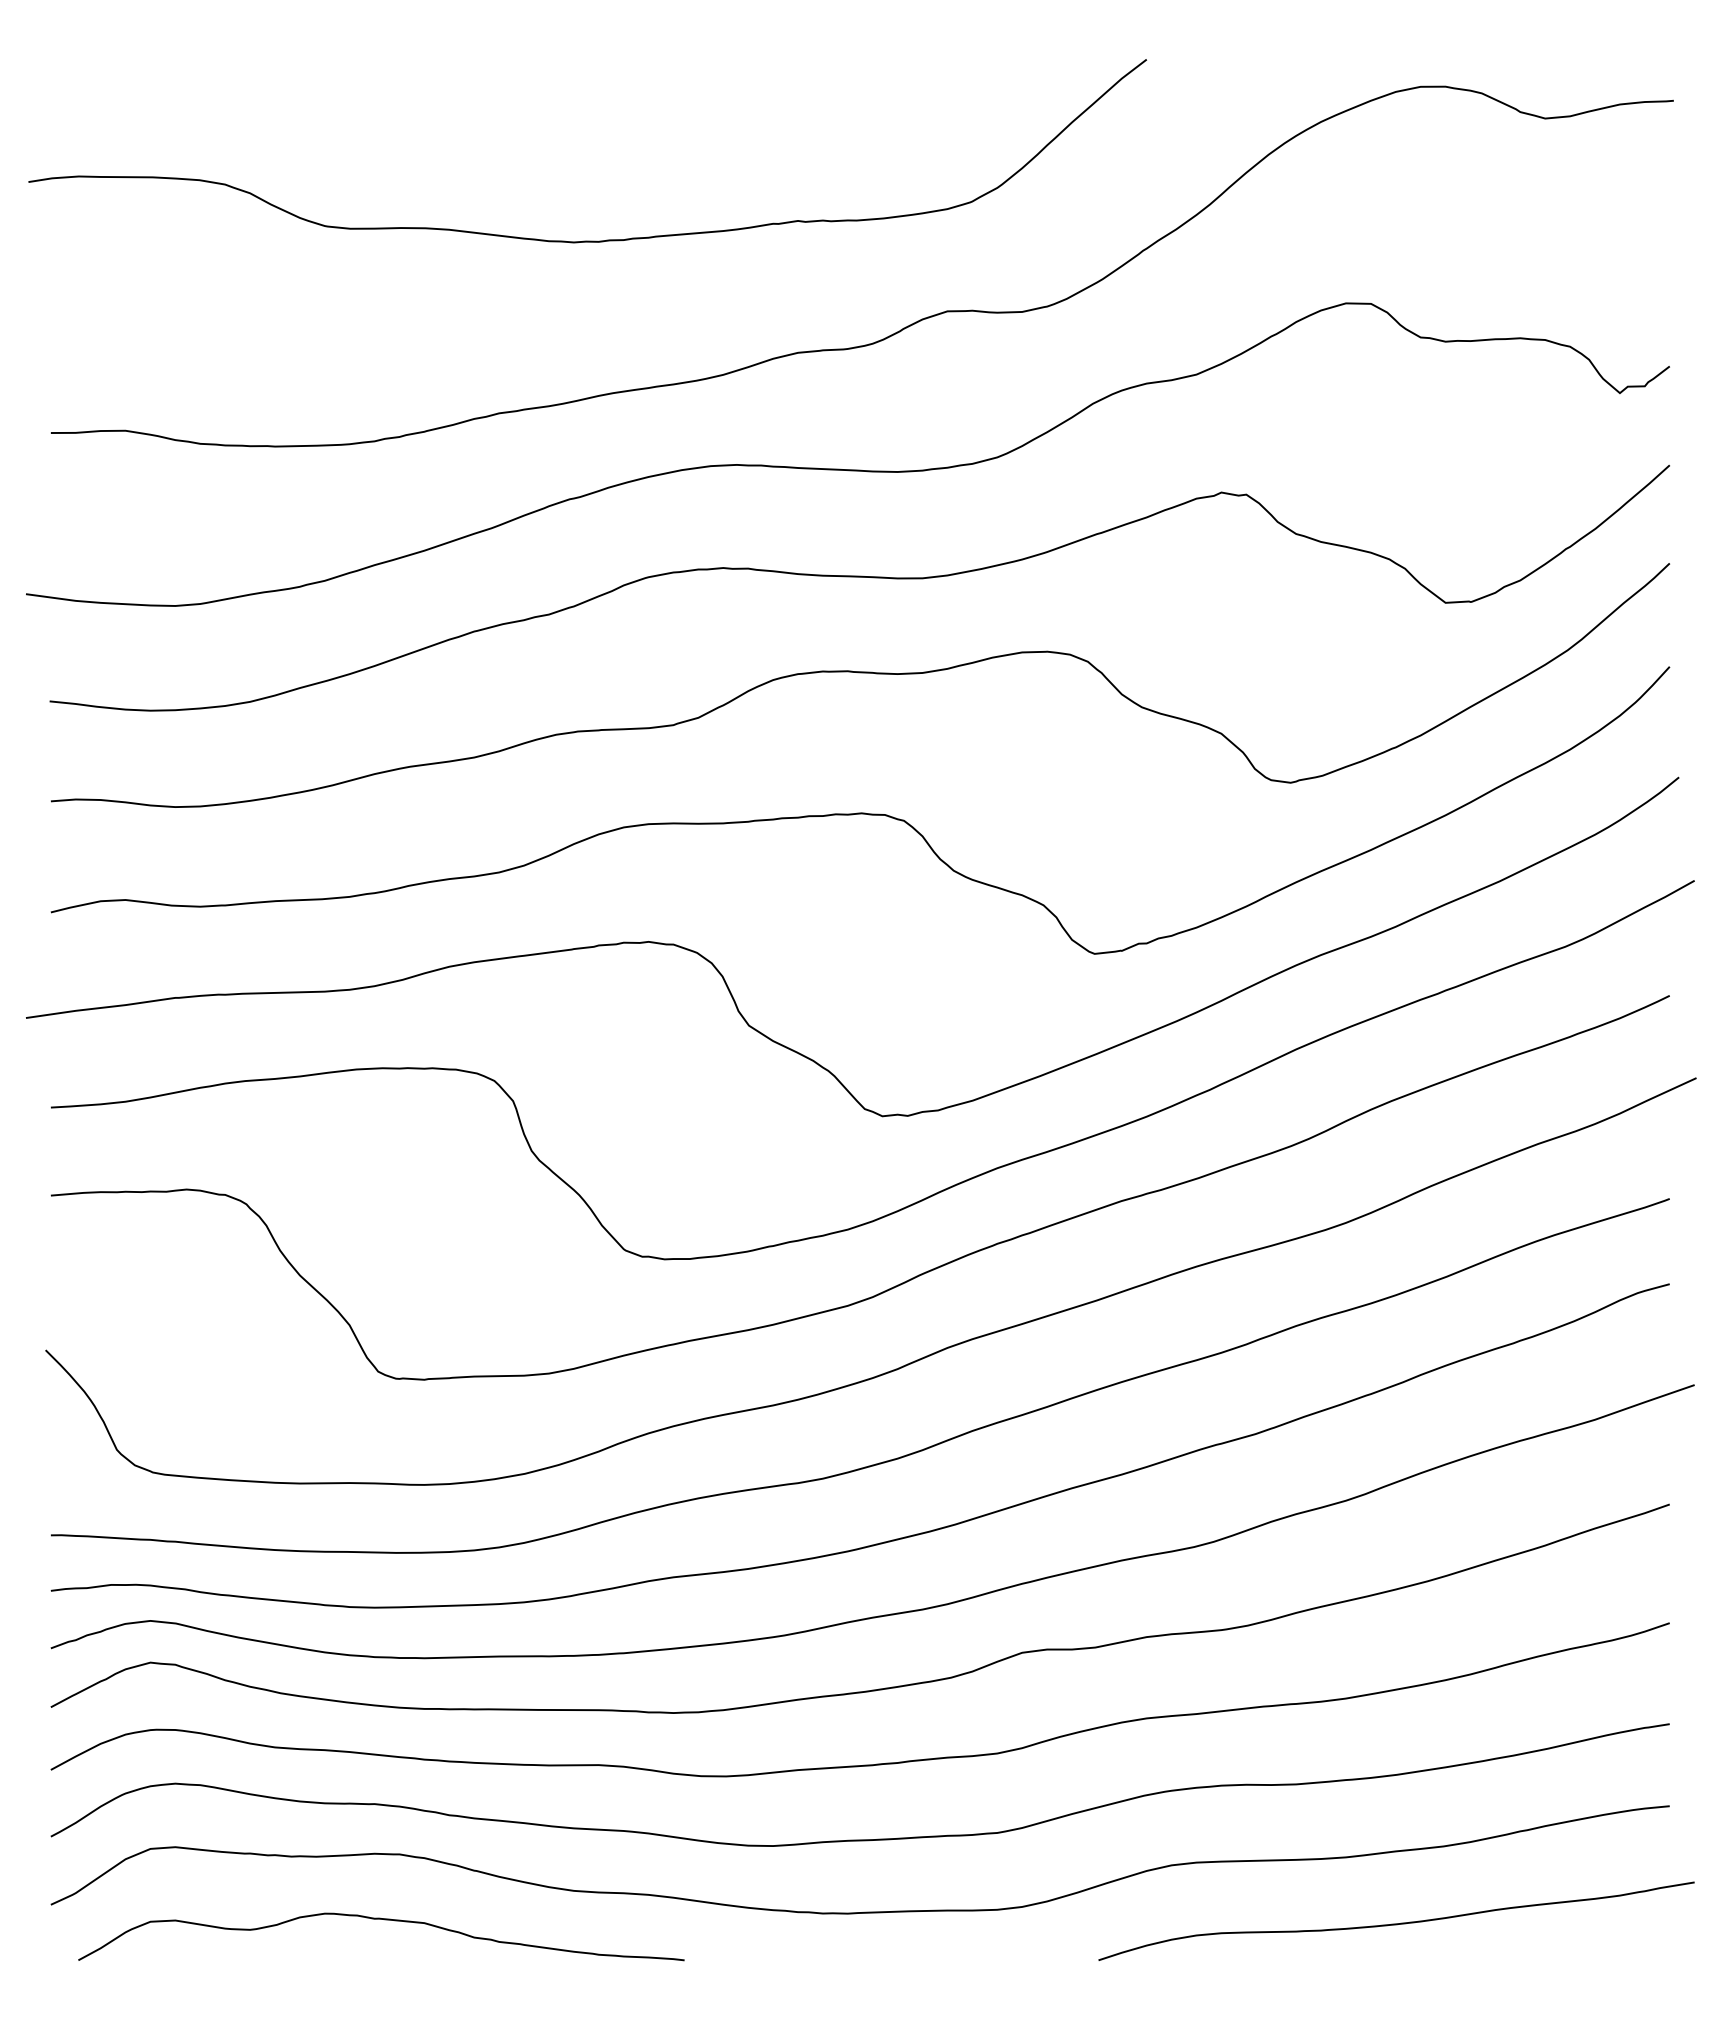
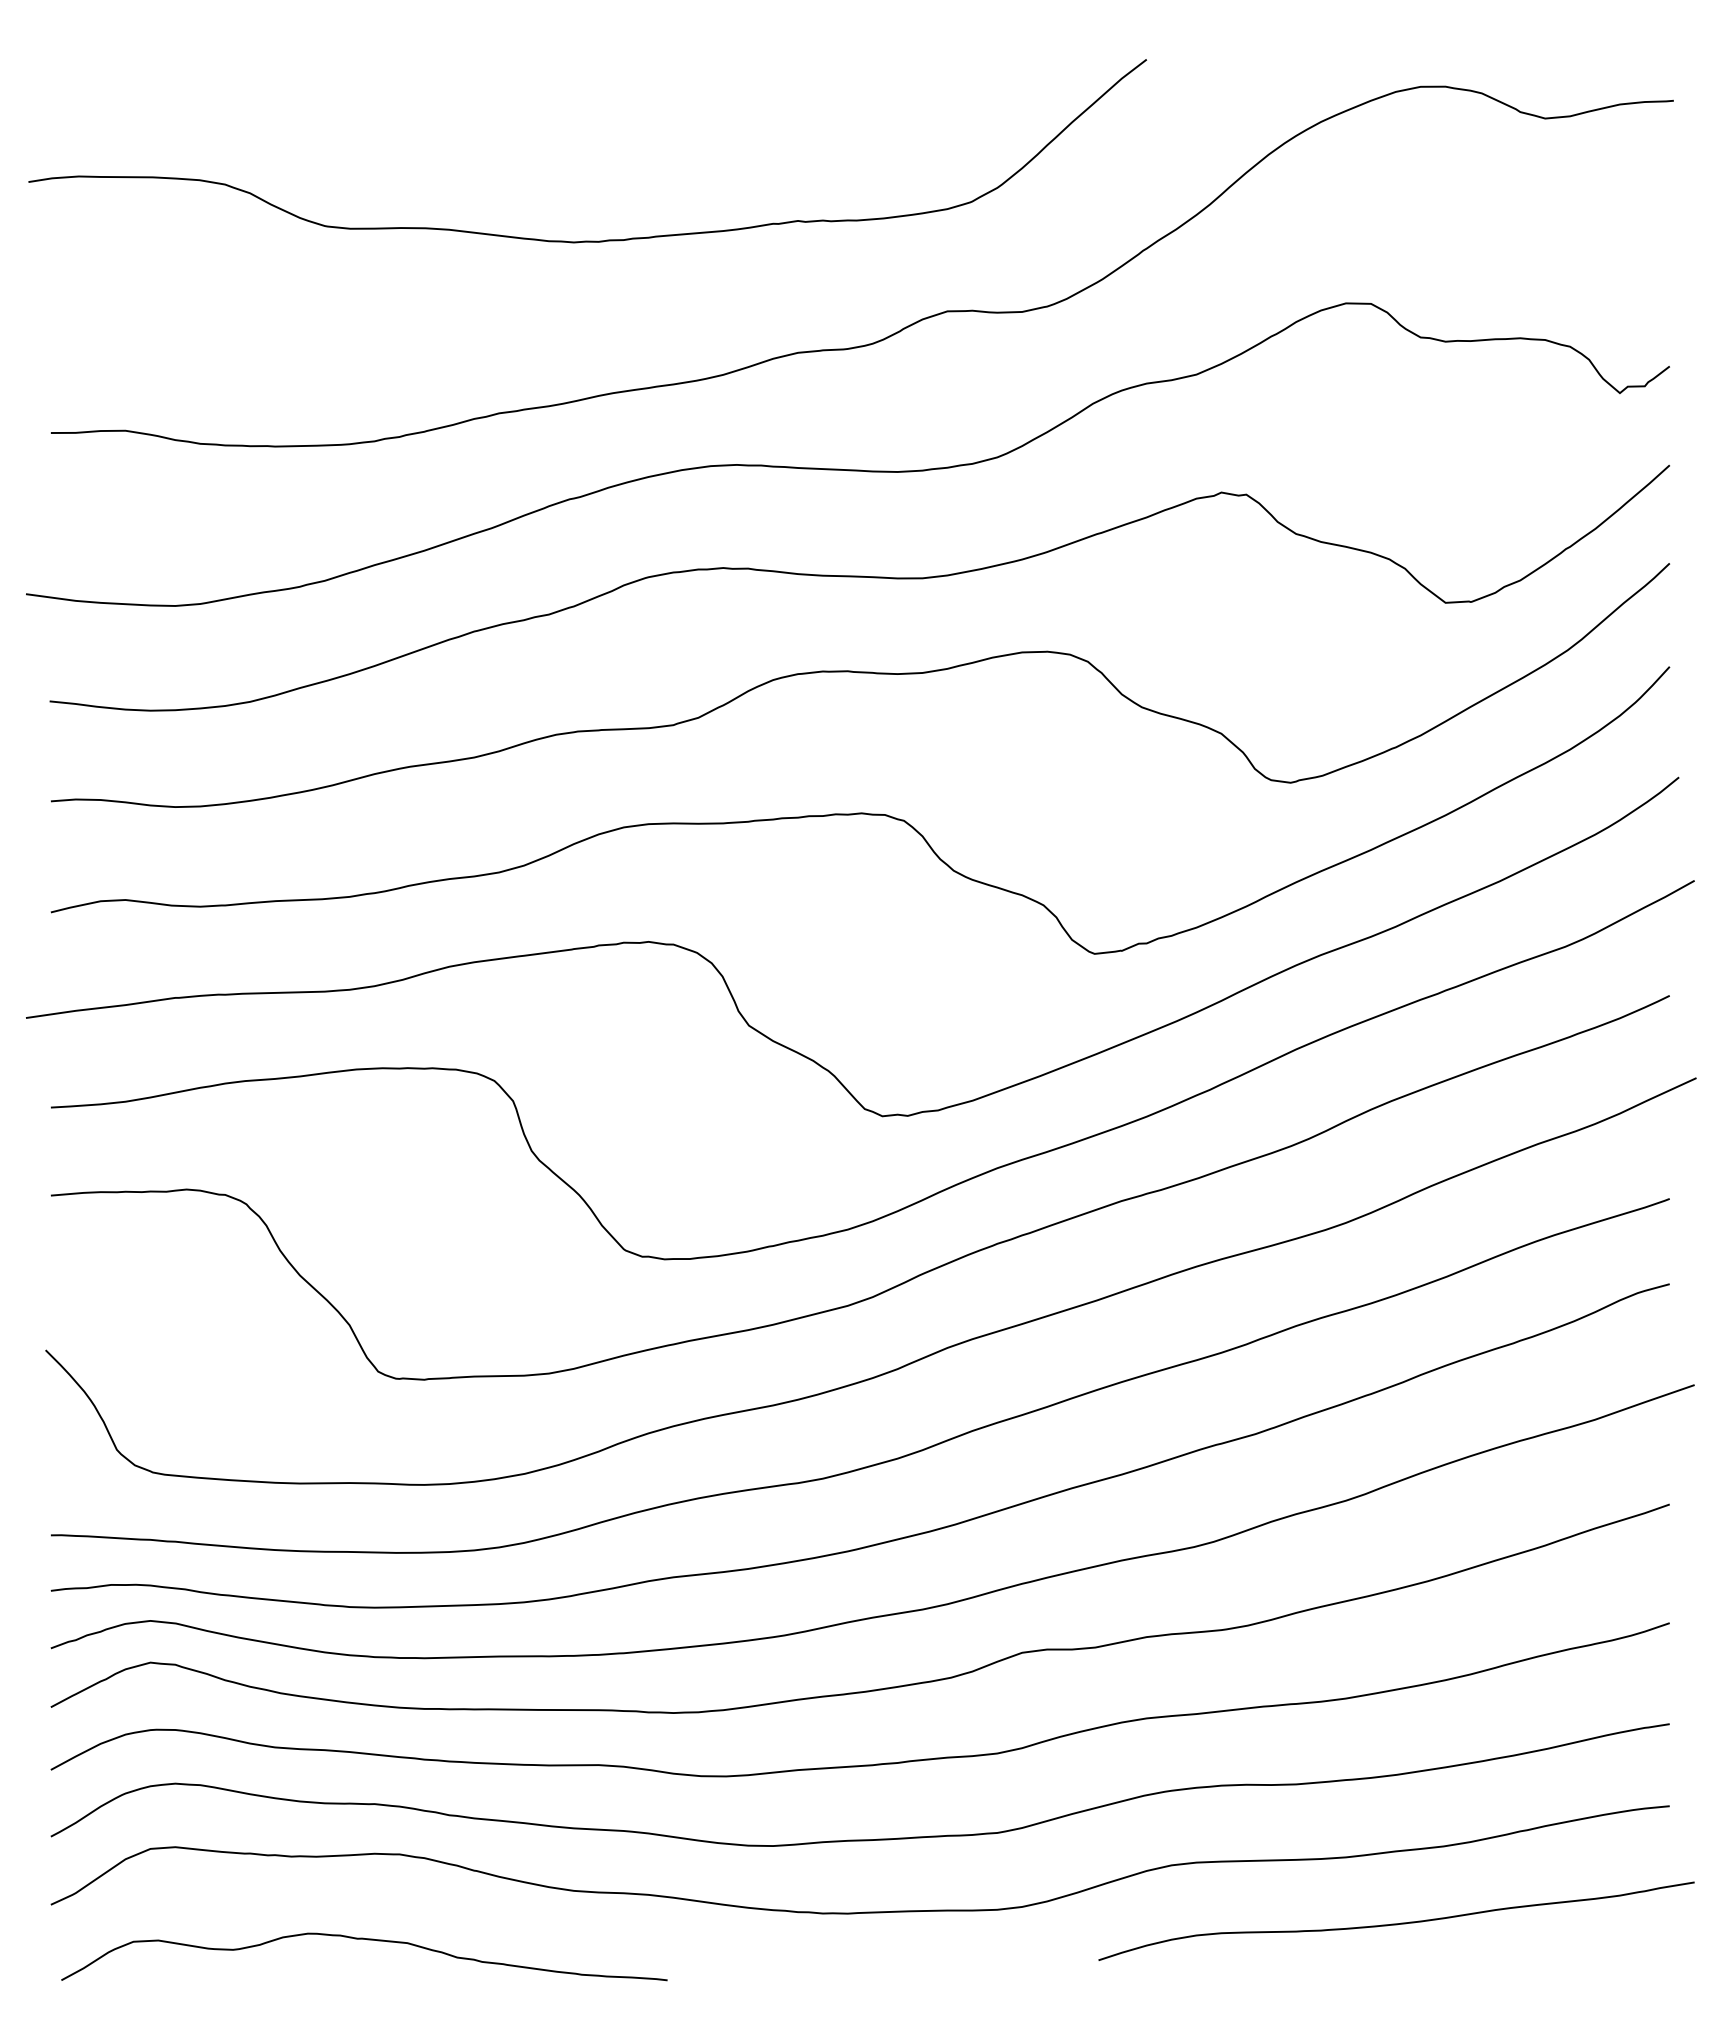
curve at (384, 1920) position: (384, 1920) -> (367, 1940)
